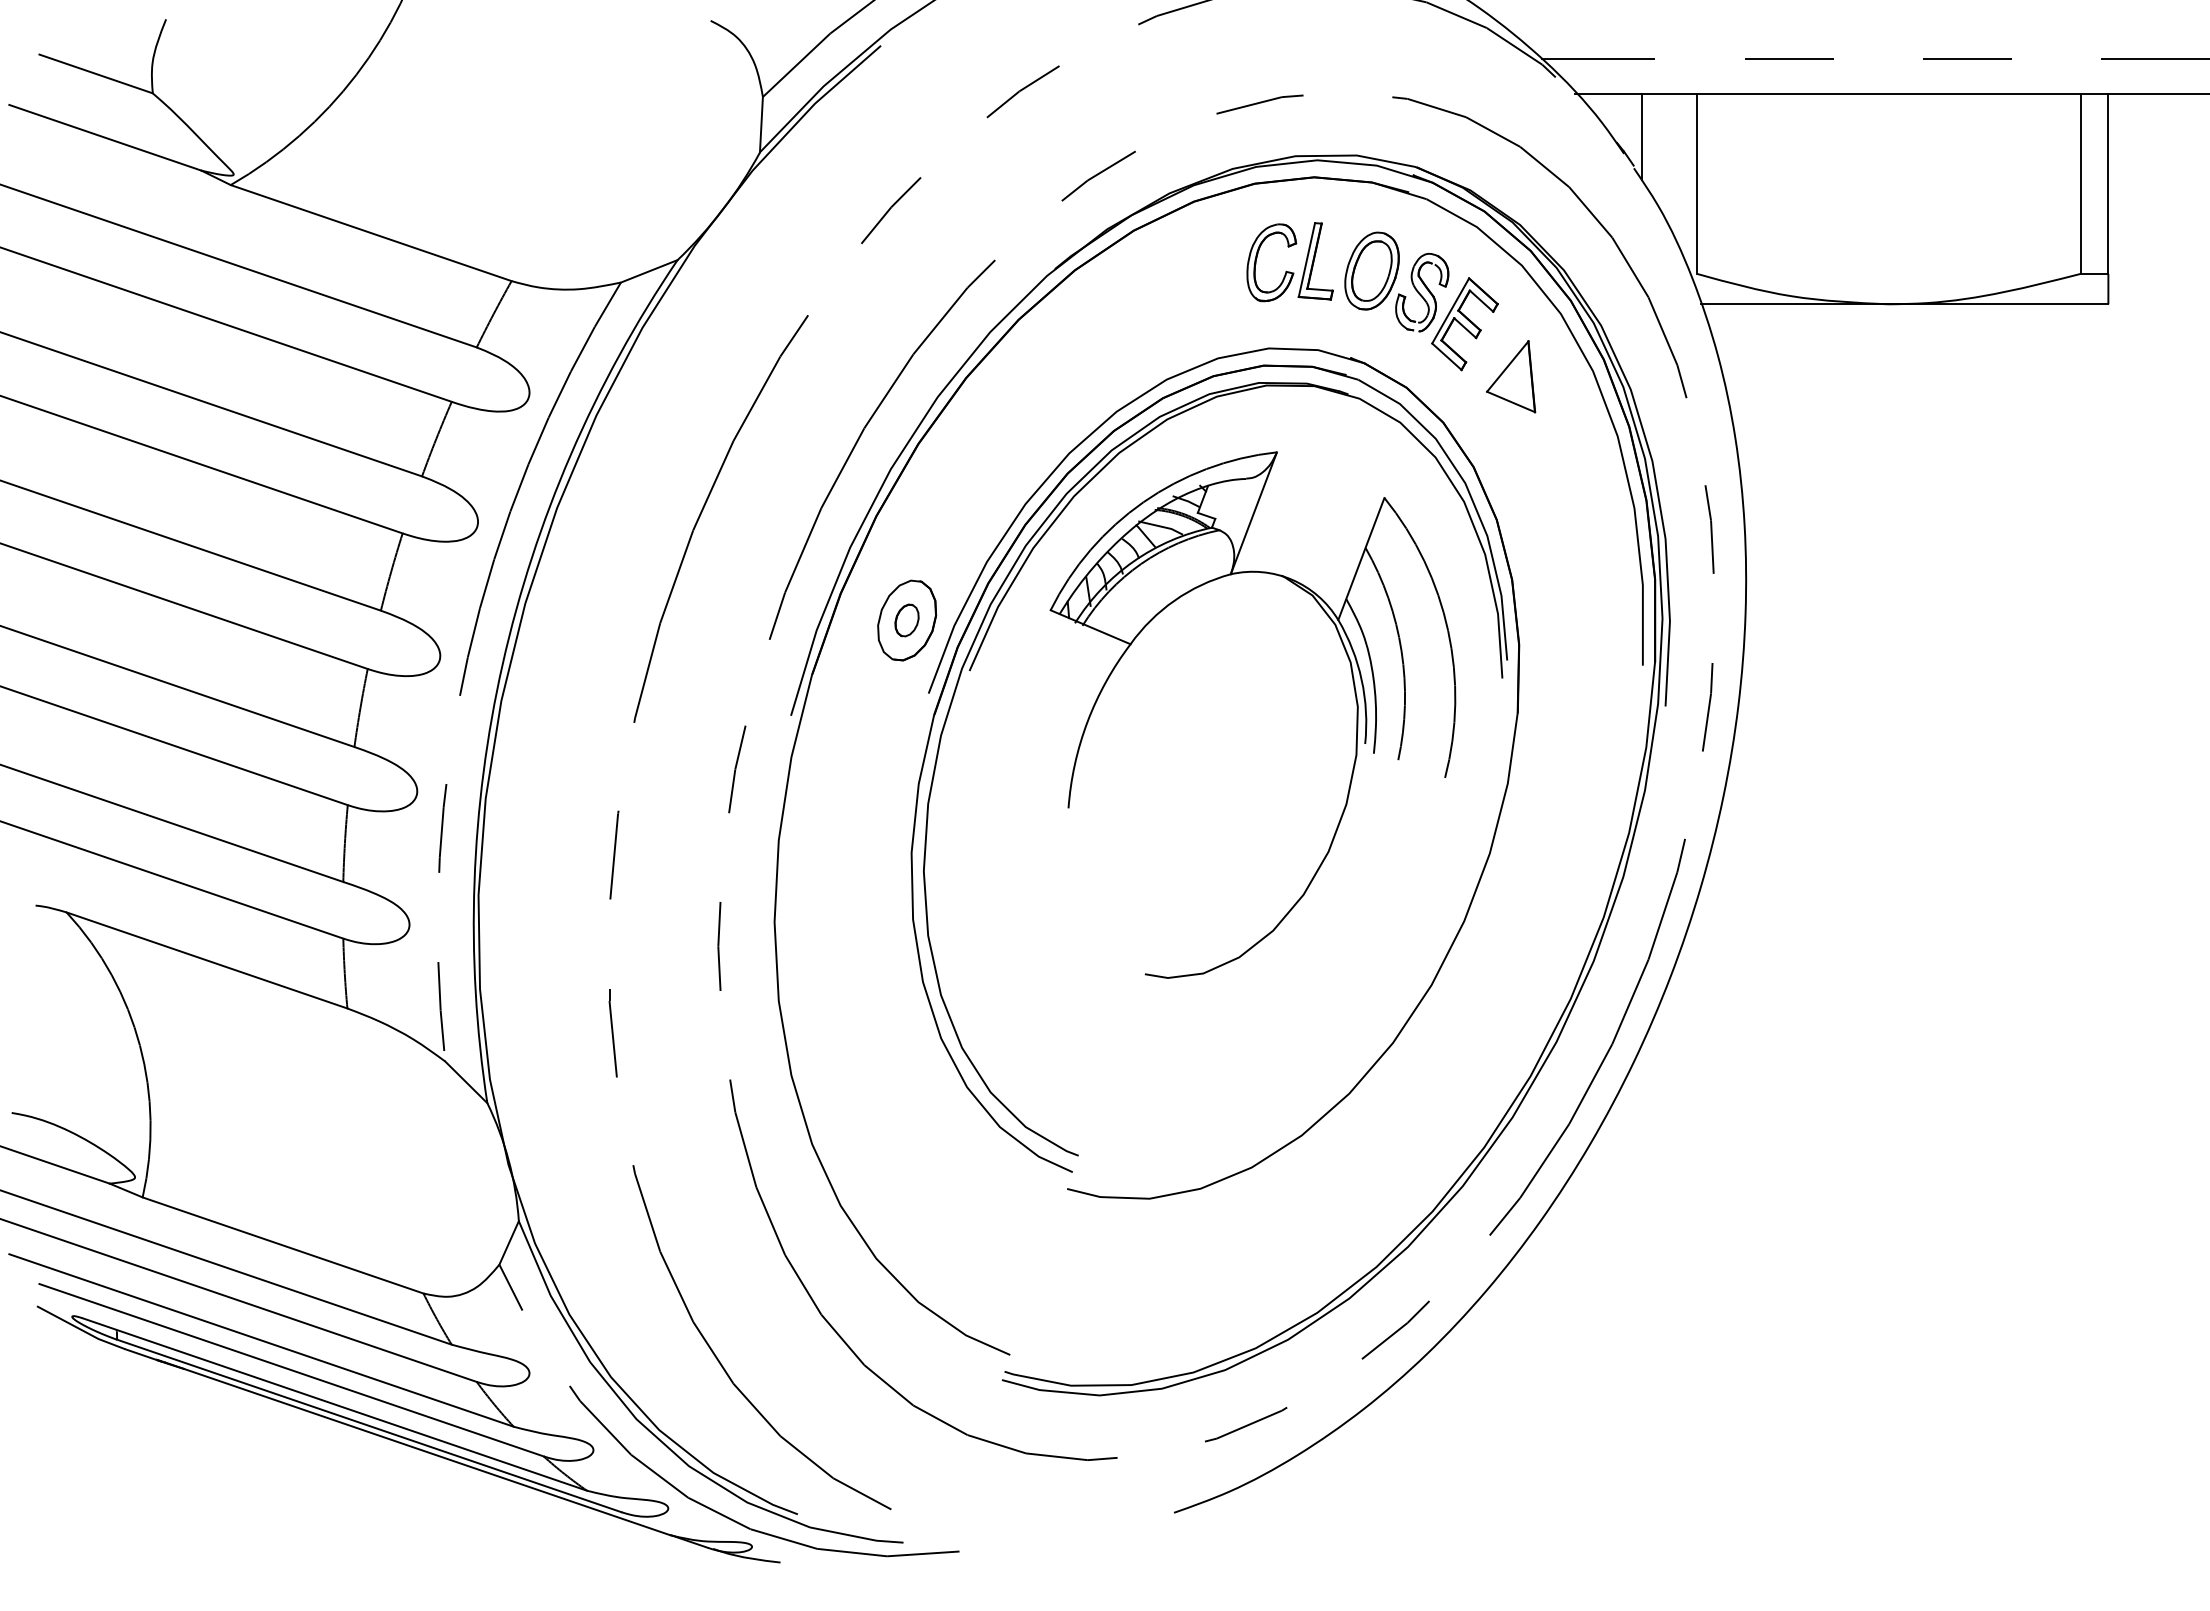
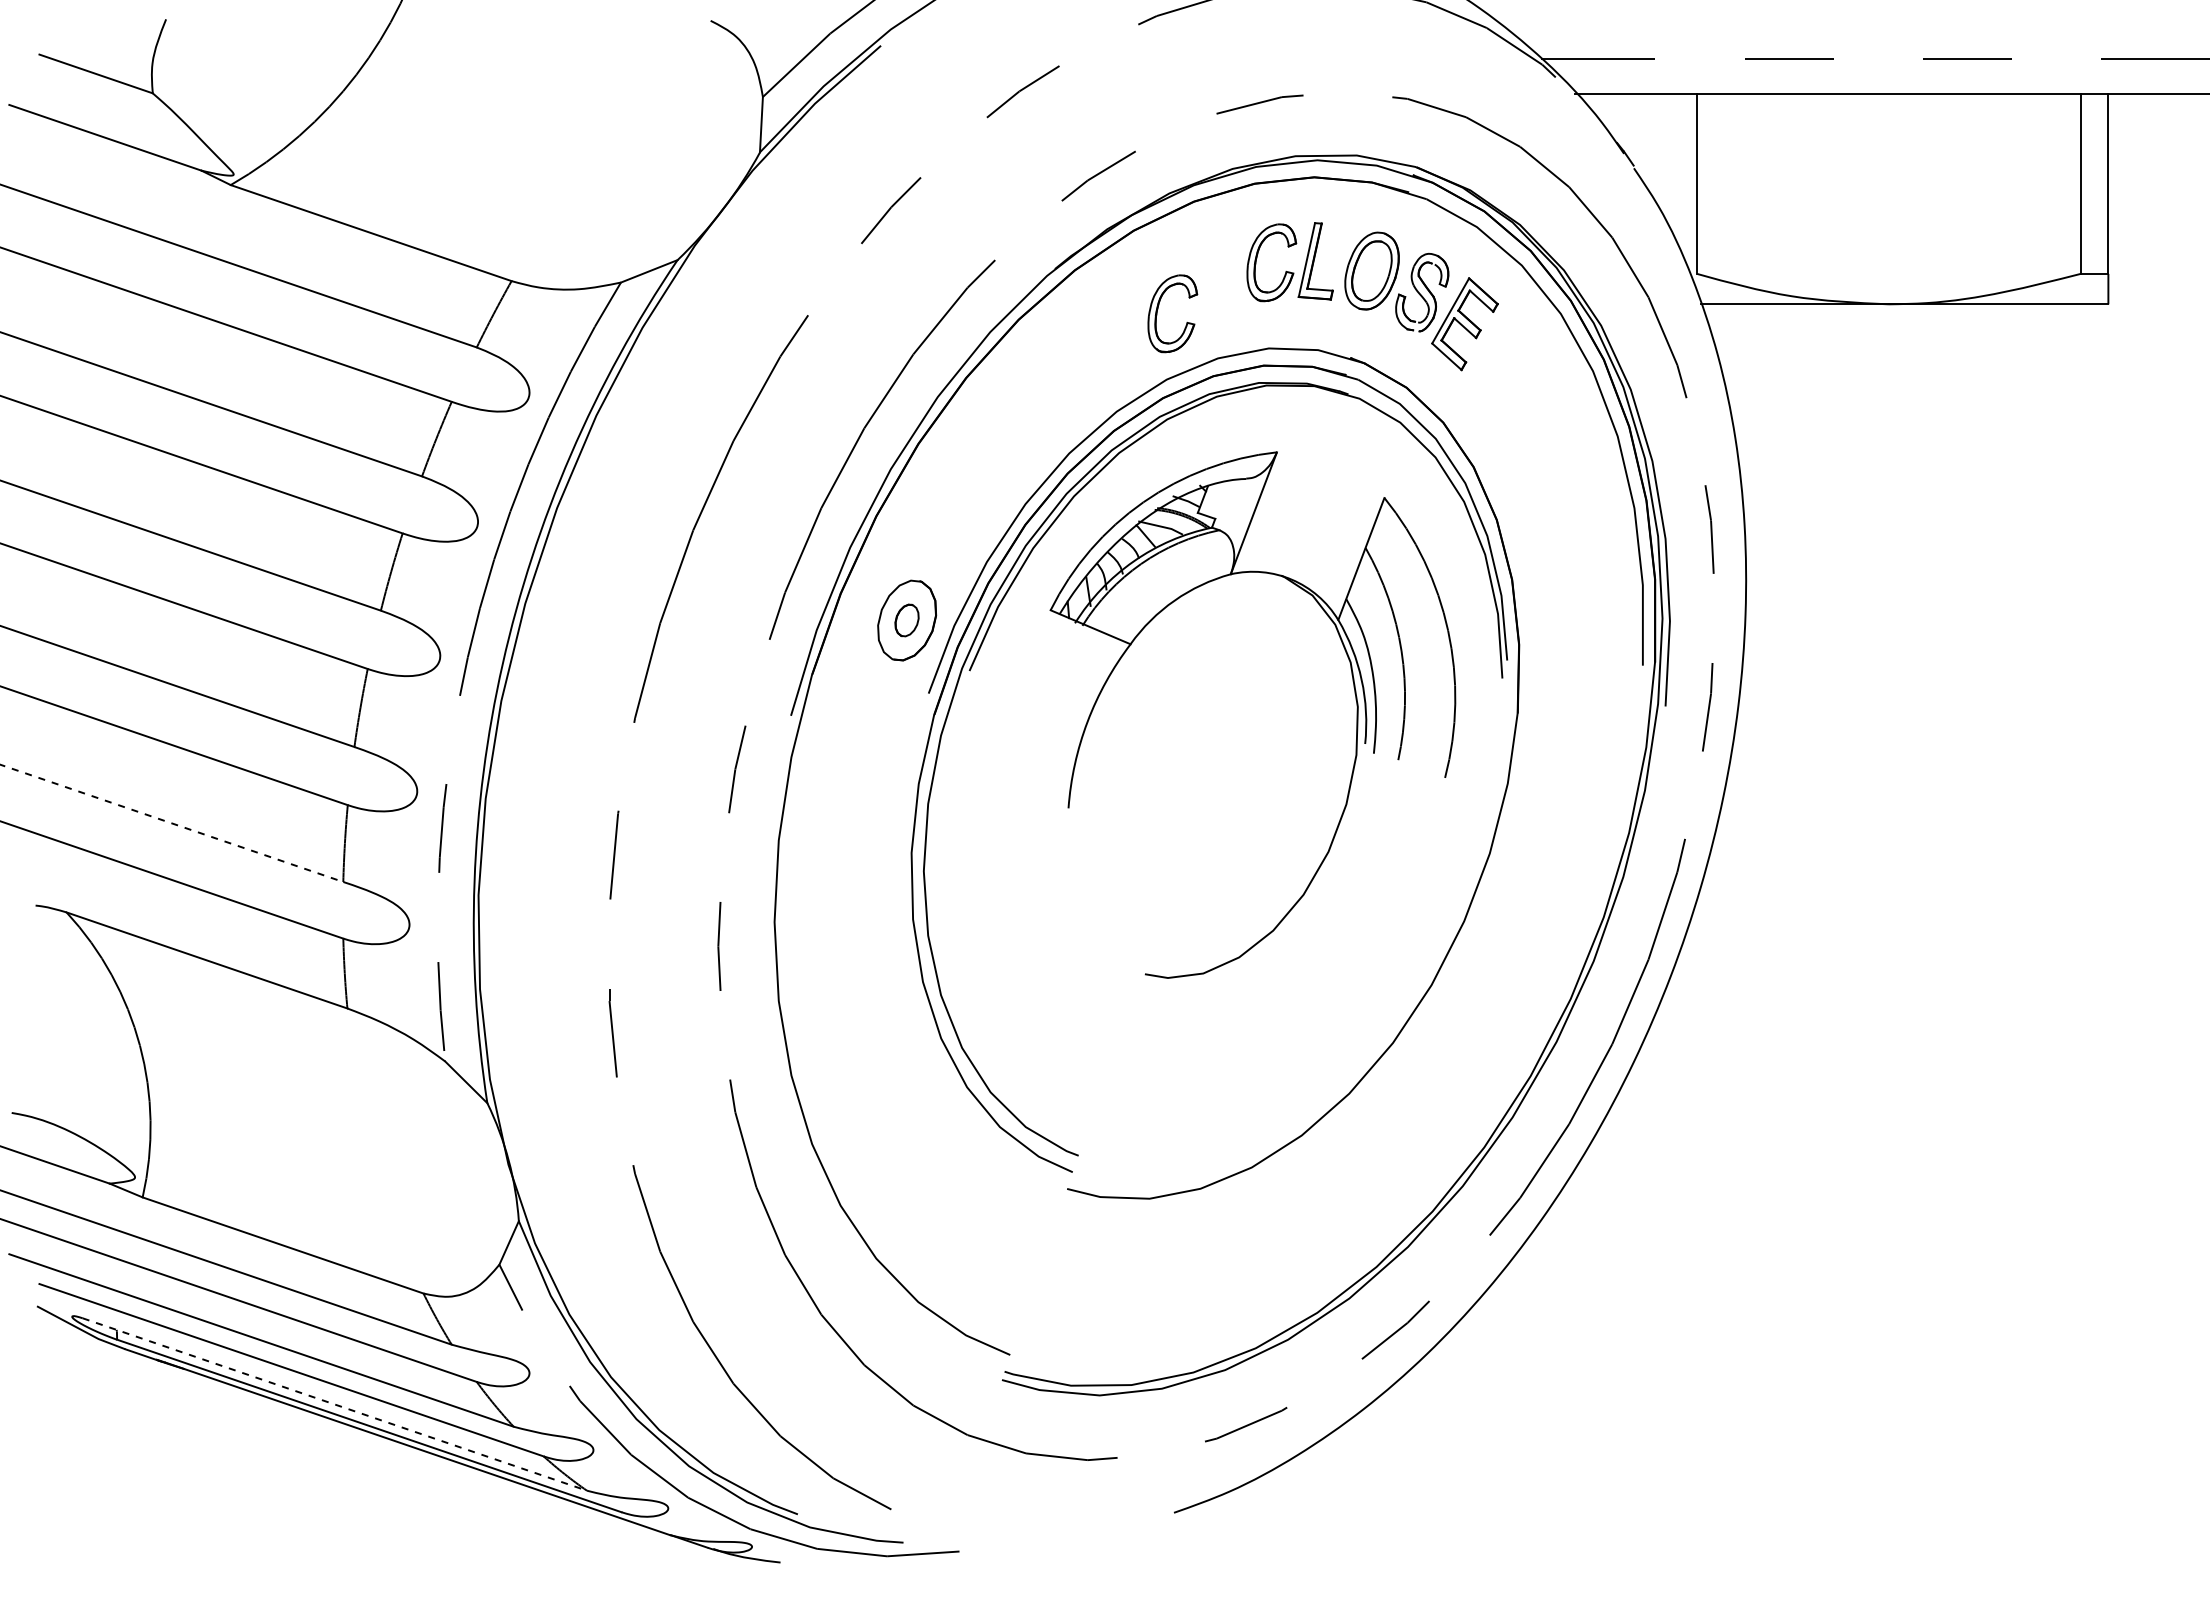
line at (1641, 136): present -> none
part at (1158, 309): none -> present
part at (1511, 376): present -> none
line at (172, 823): solid -> dashed
line at (335, 1404): solid -> dashed
